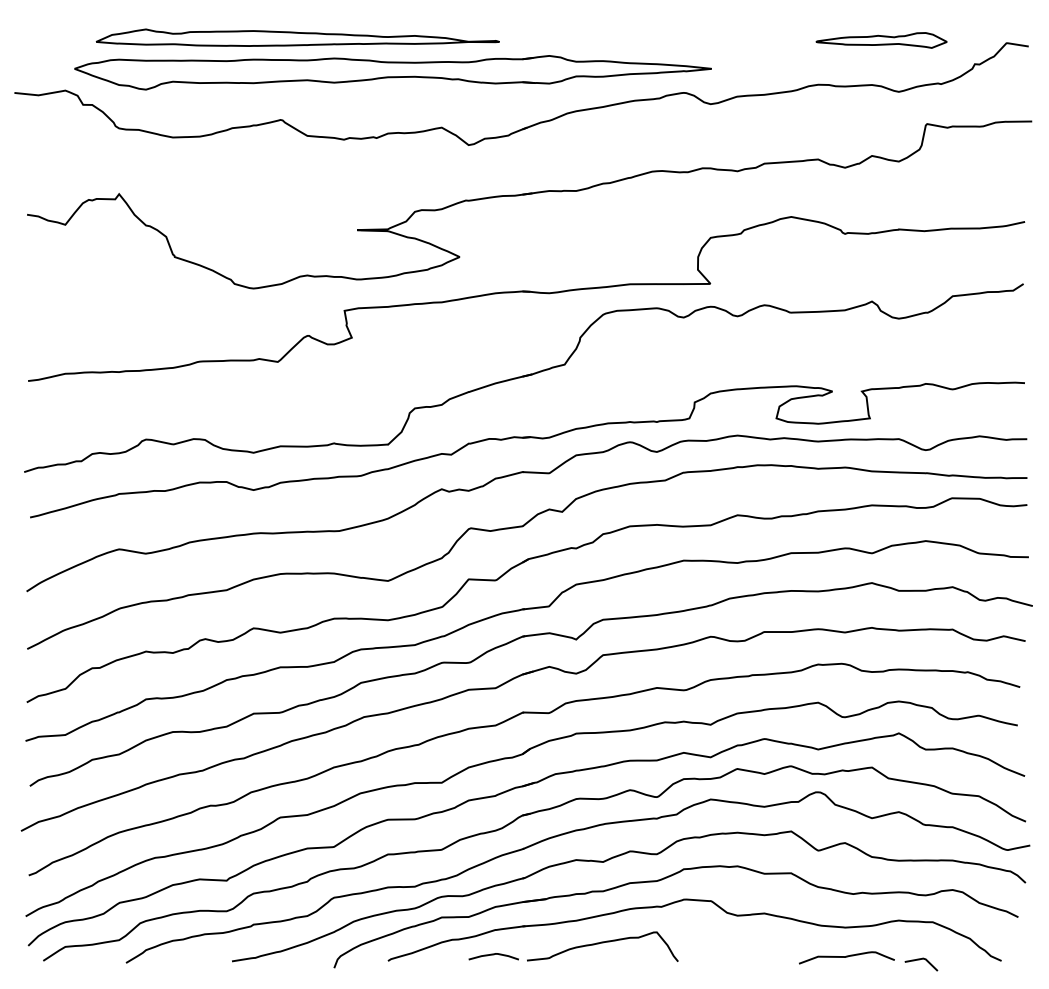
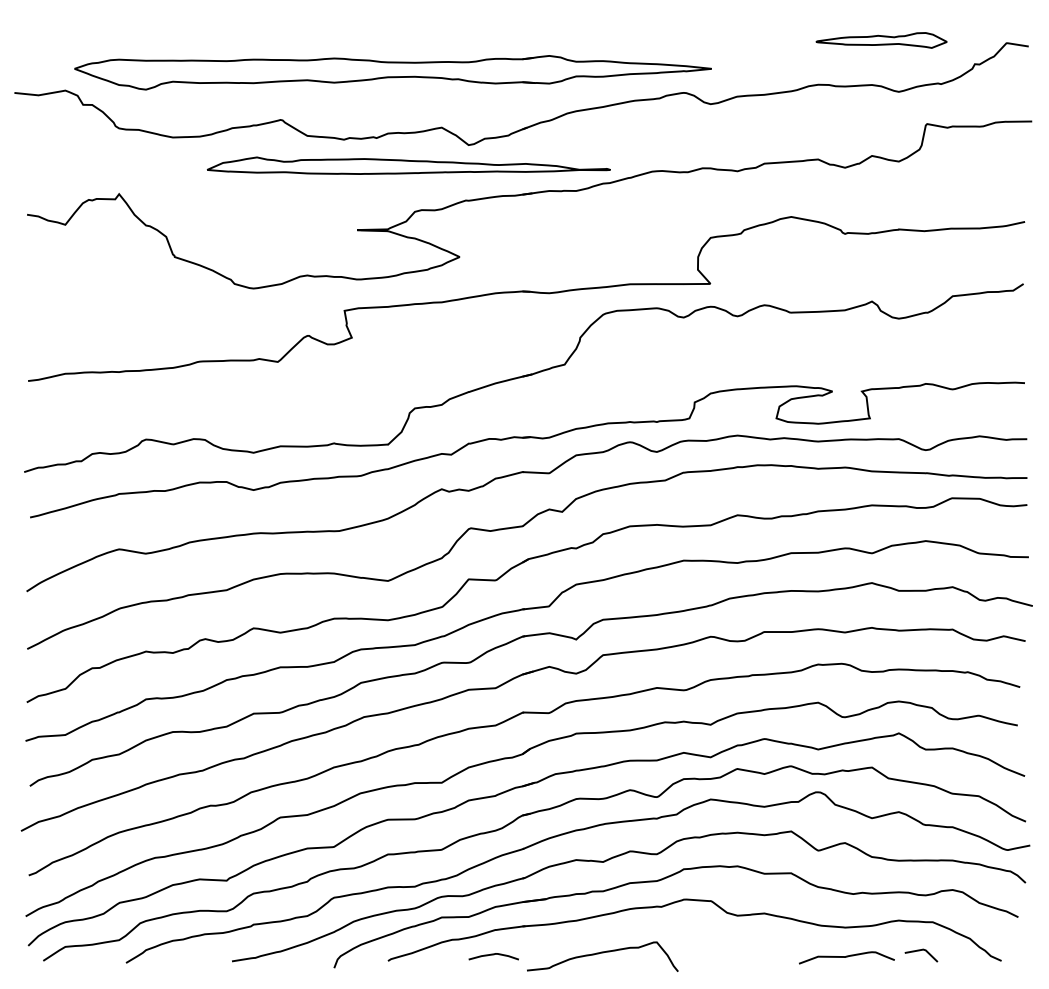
part at (297, 37) position: (297, 37) -> (408, 165)
curve at (602, 943) position: (602, 943) -> (602, 953)
line at (919, 960) position: (919, 960) -> (919, 951)
